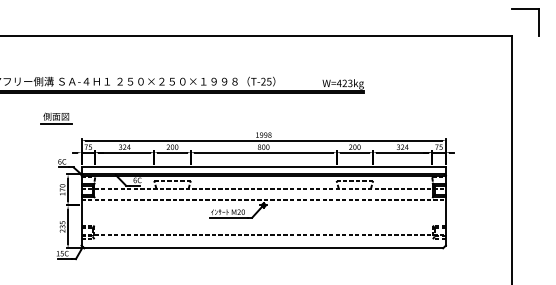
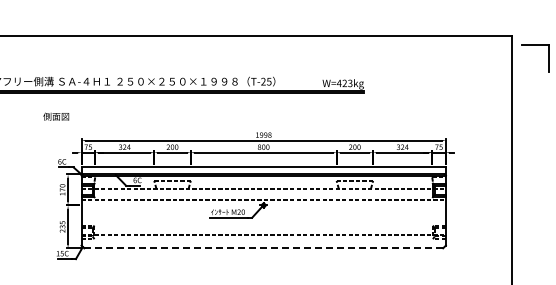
part at (525, 9) position: (525, 9) -> (535, 45)
line at (55, 123): present -> none
line at (263, 248): solid -> dashed
